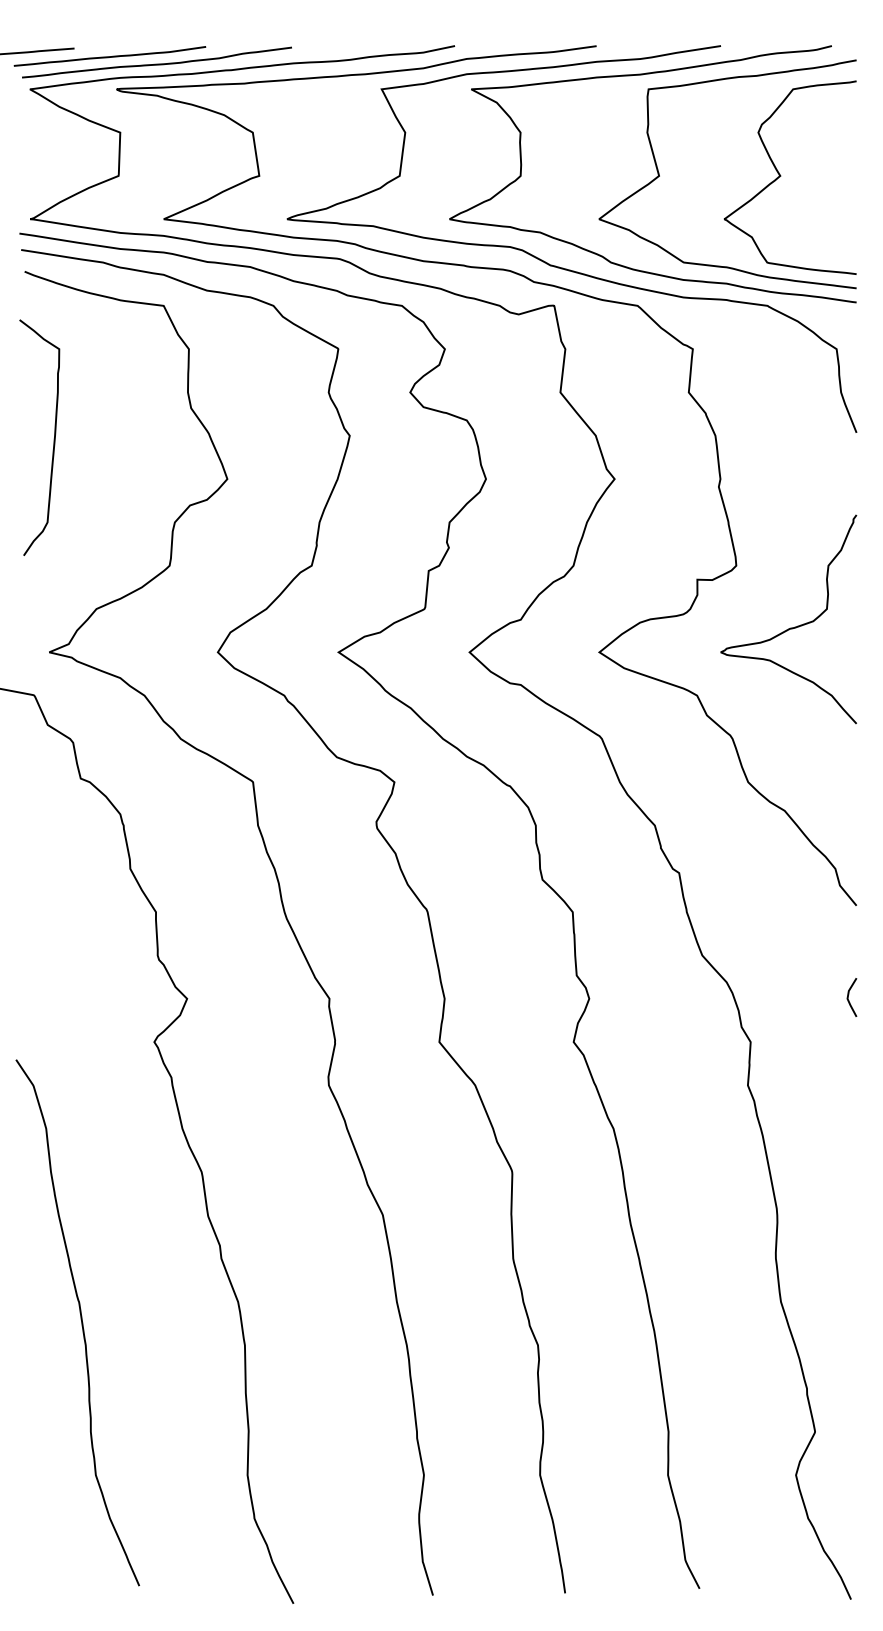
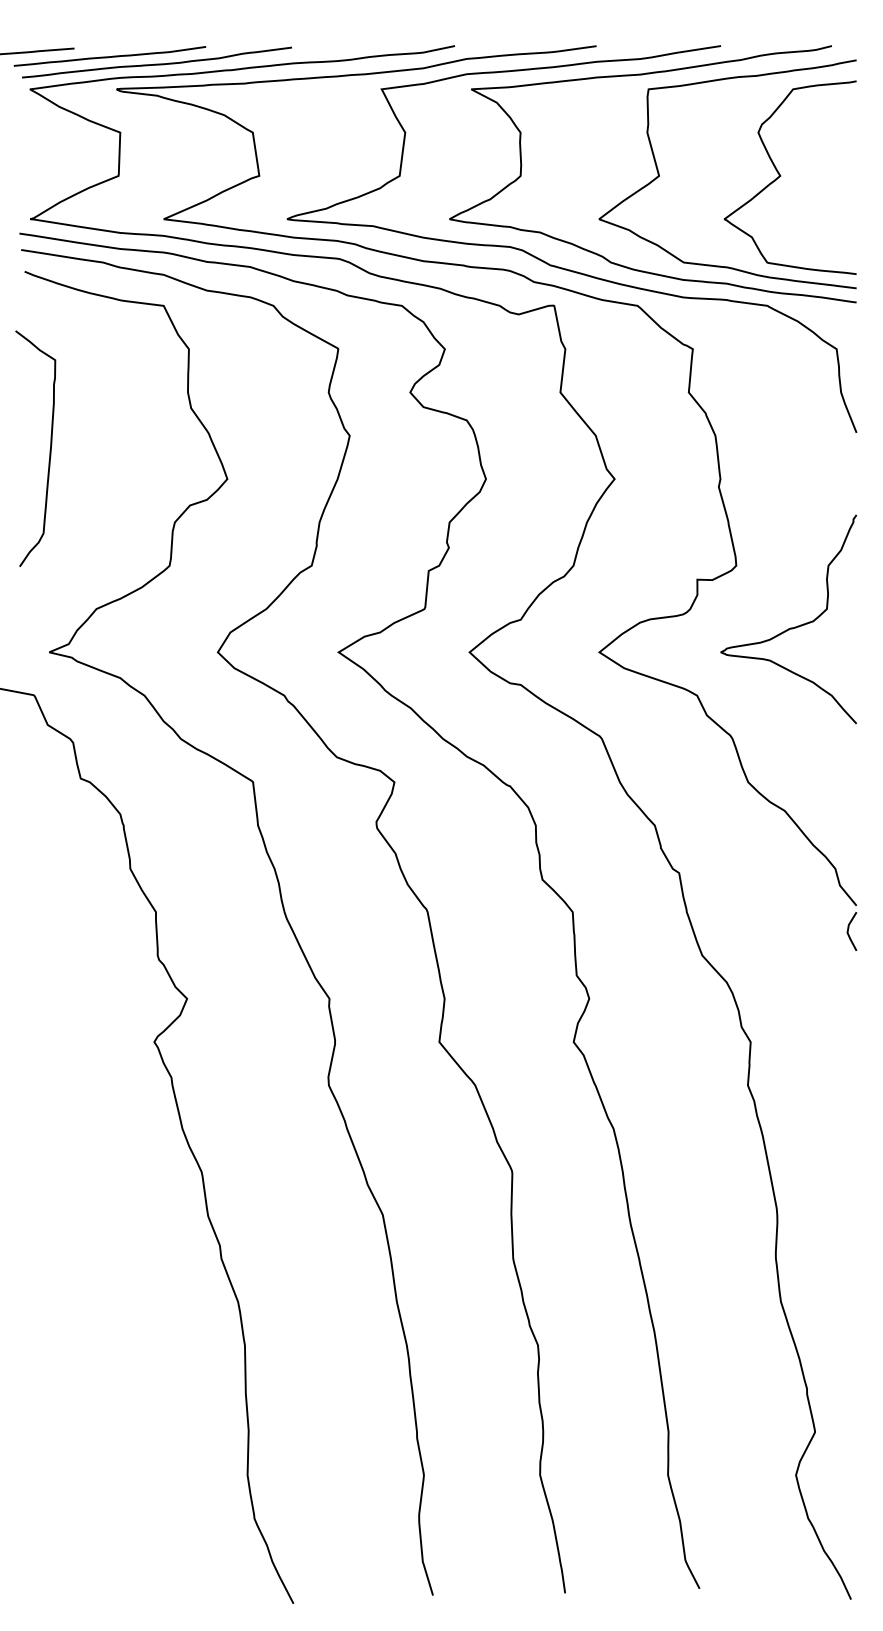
curve at (53, 438) position: (53, 438) -> (49, 449)
line at (848, 997) position: (848, 997) -> (848, 931)
curve at (81, 1322): present -> none
